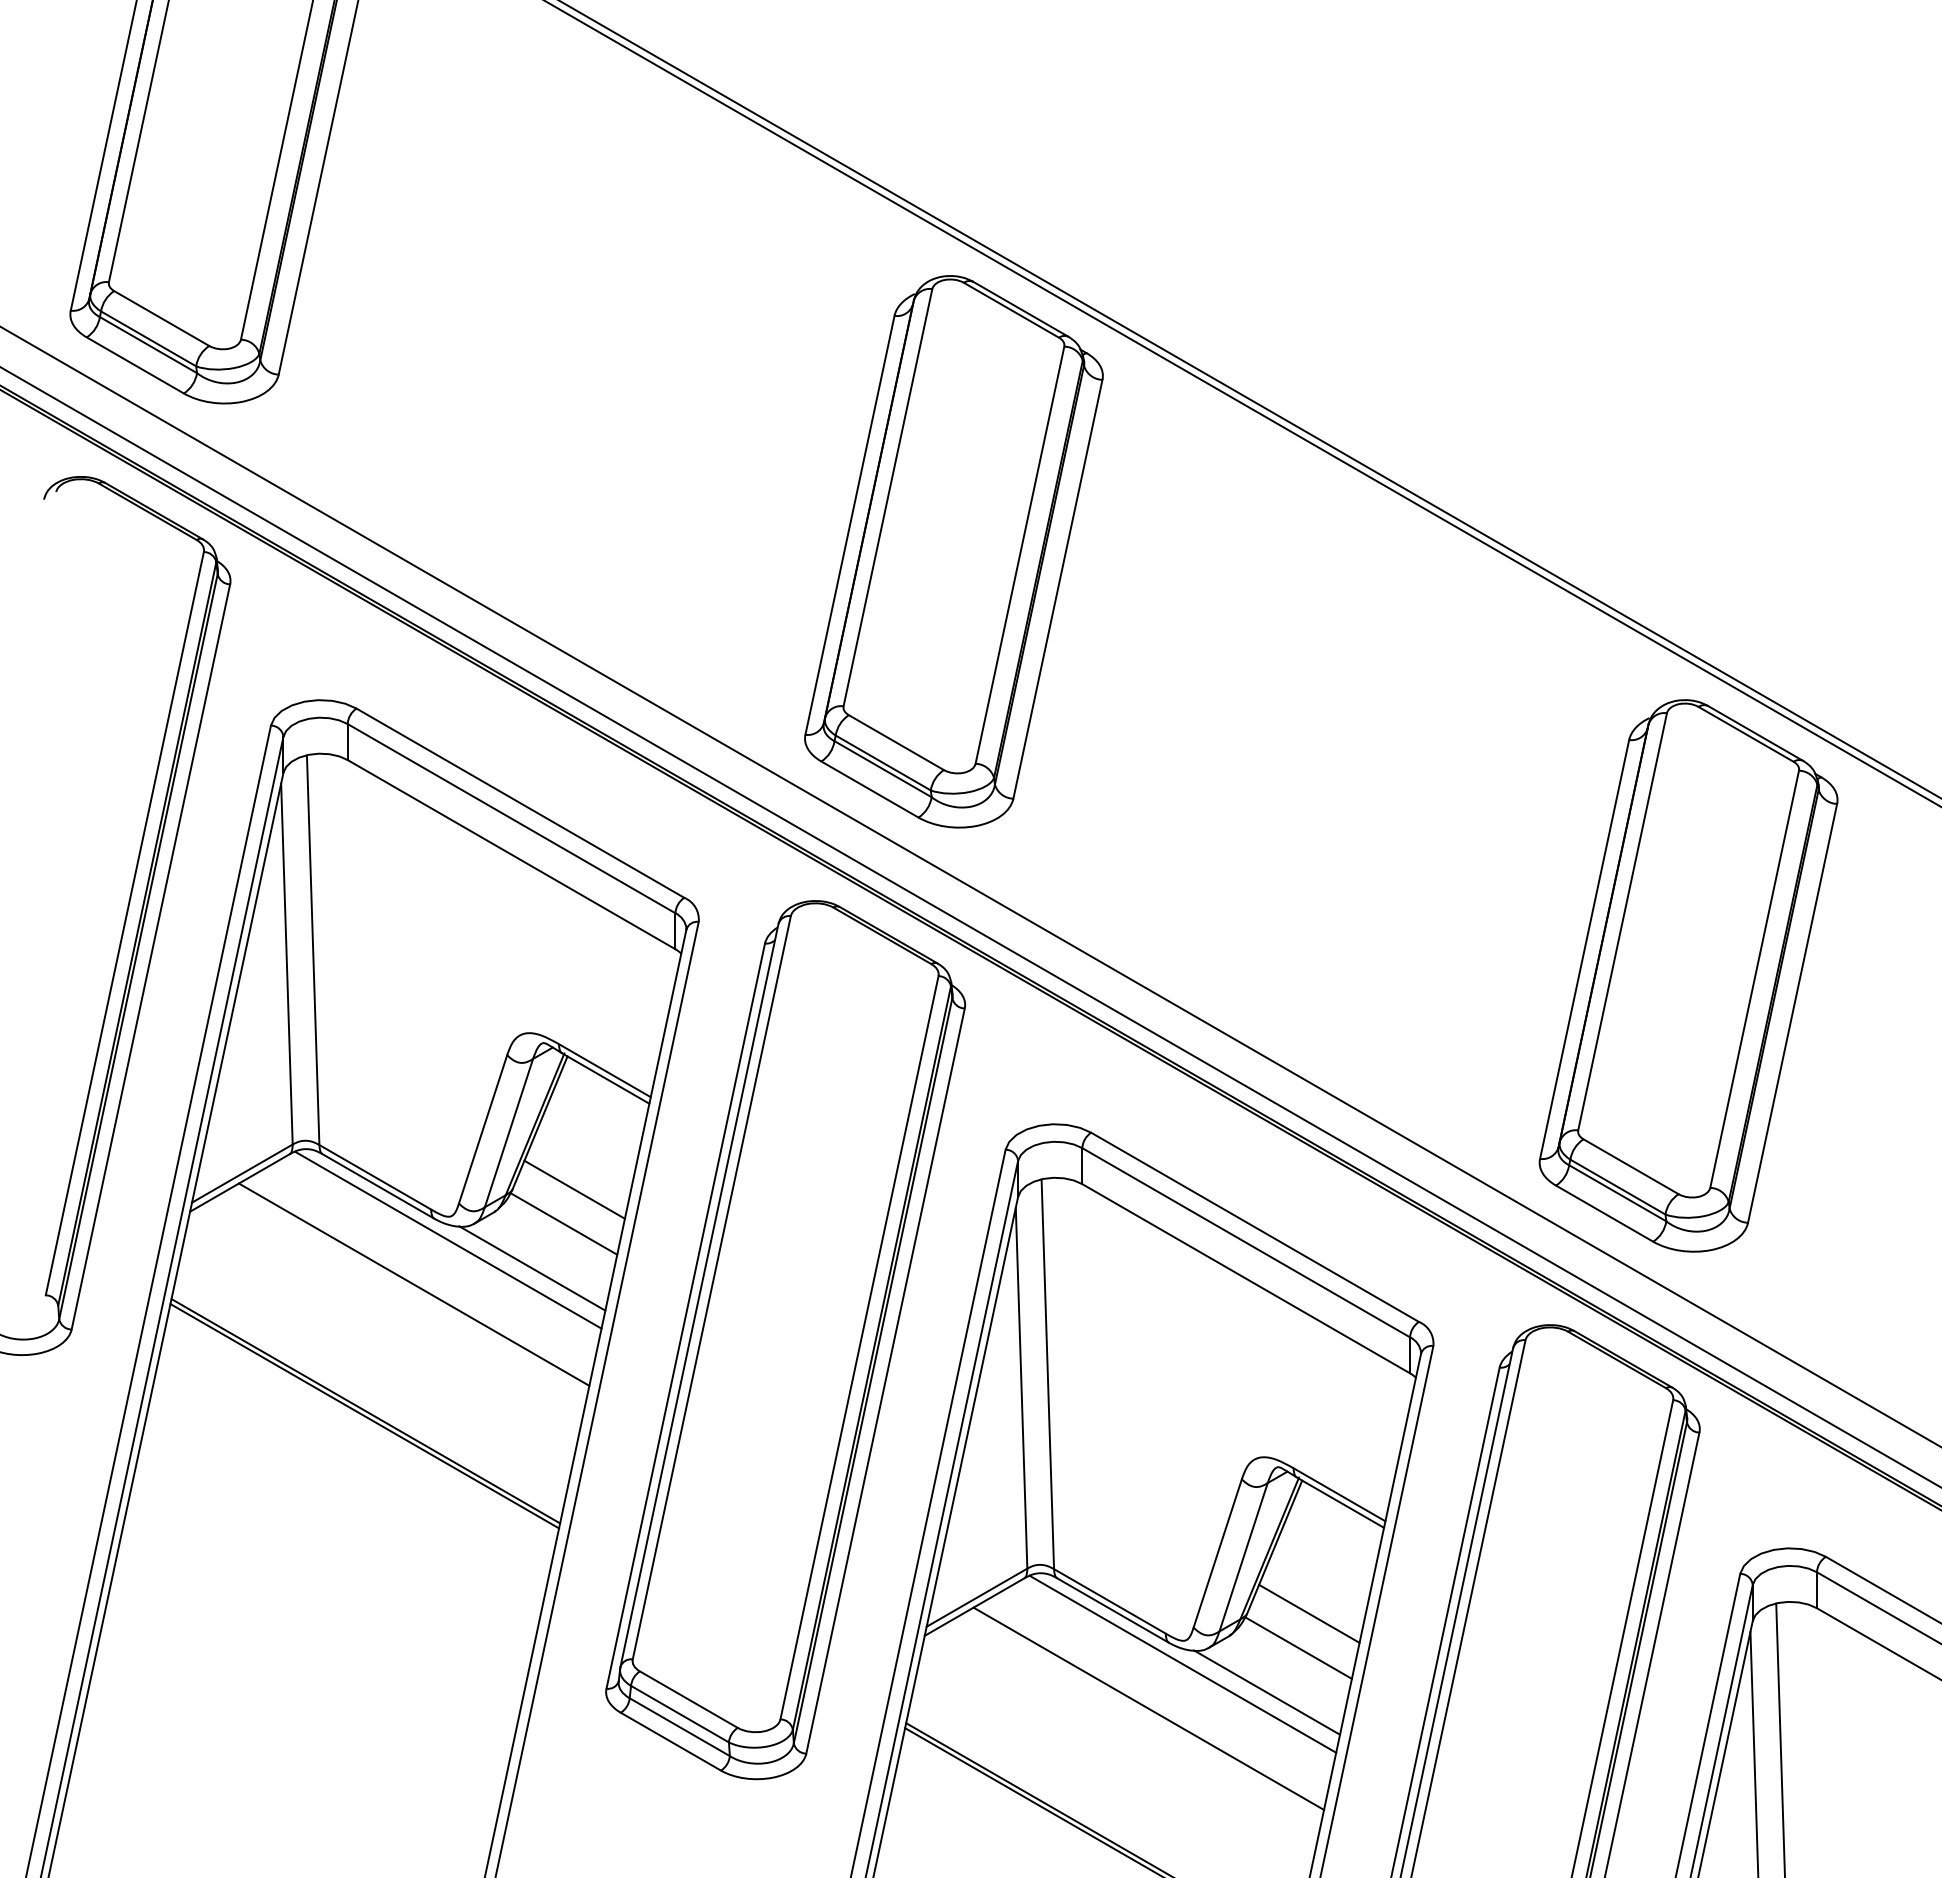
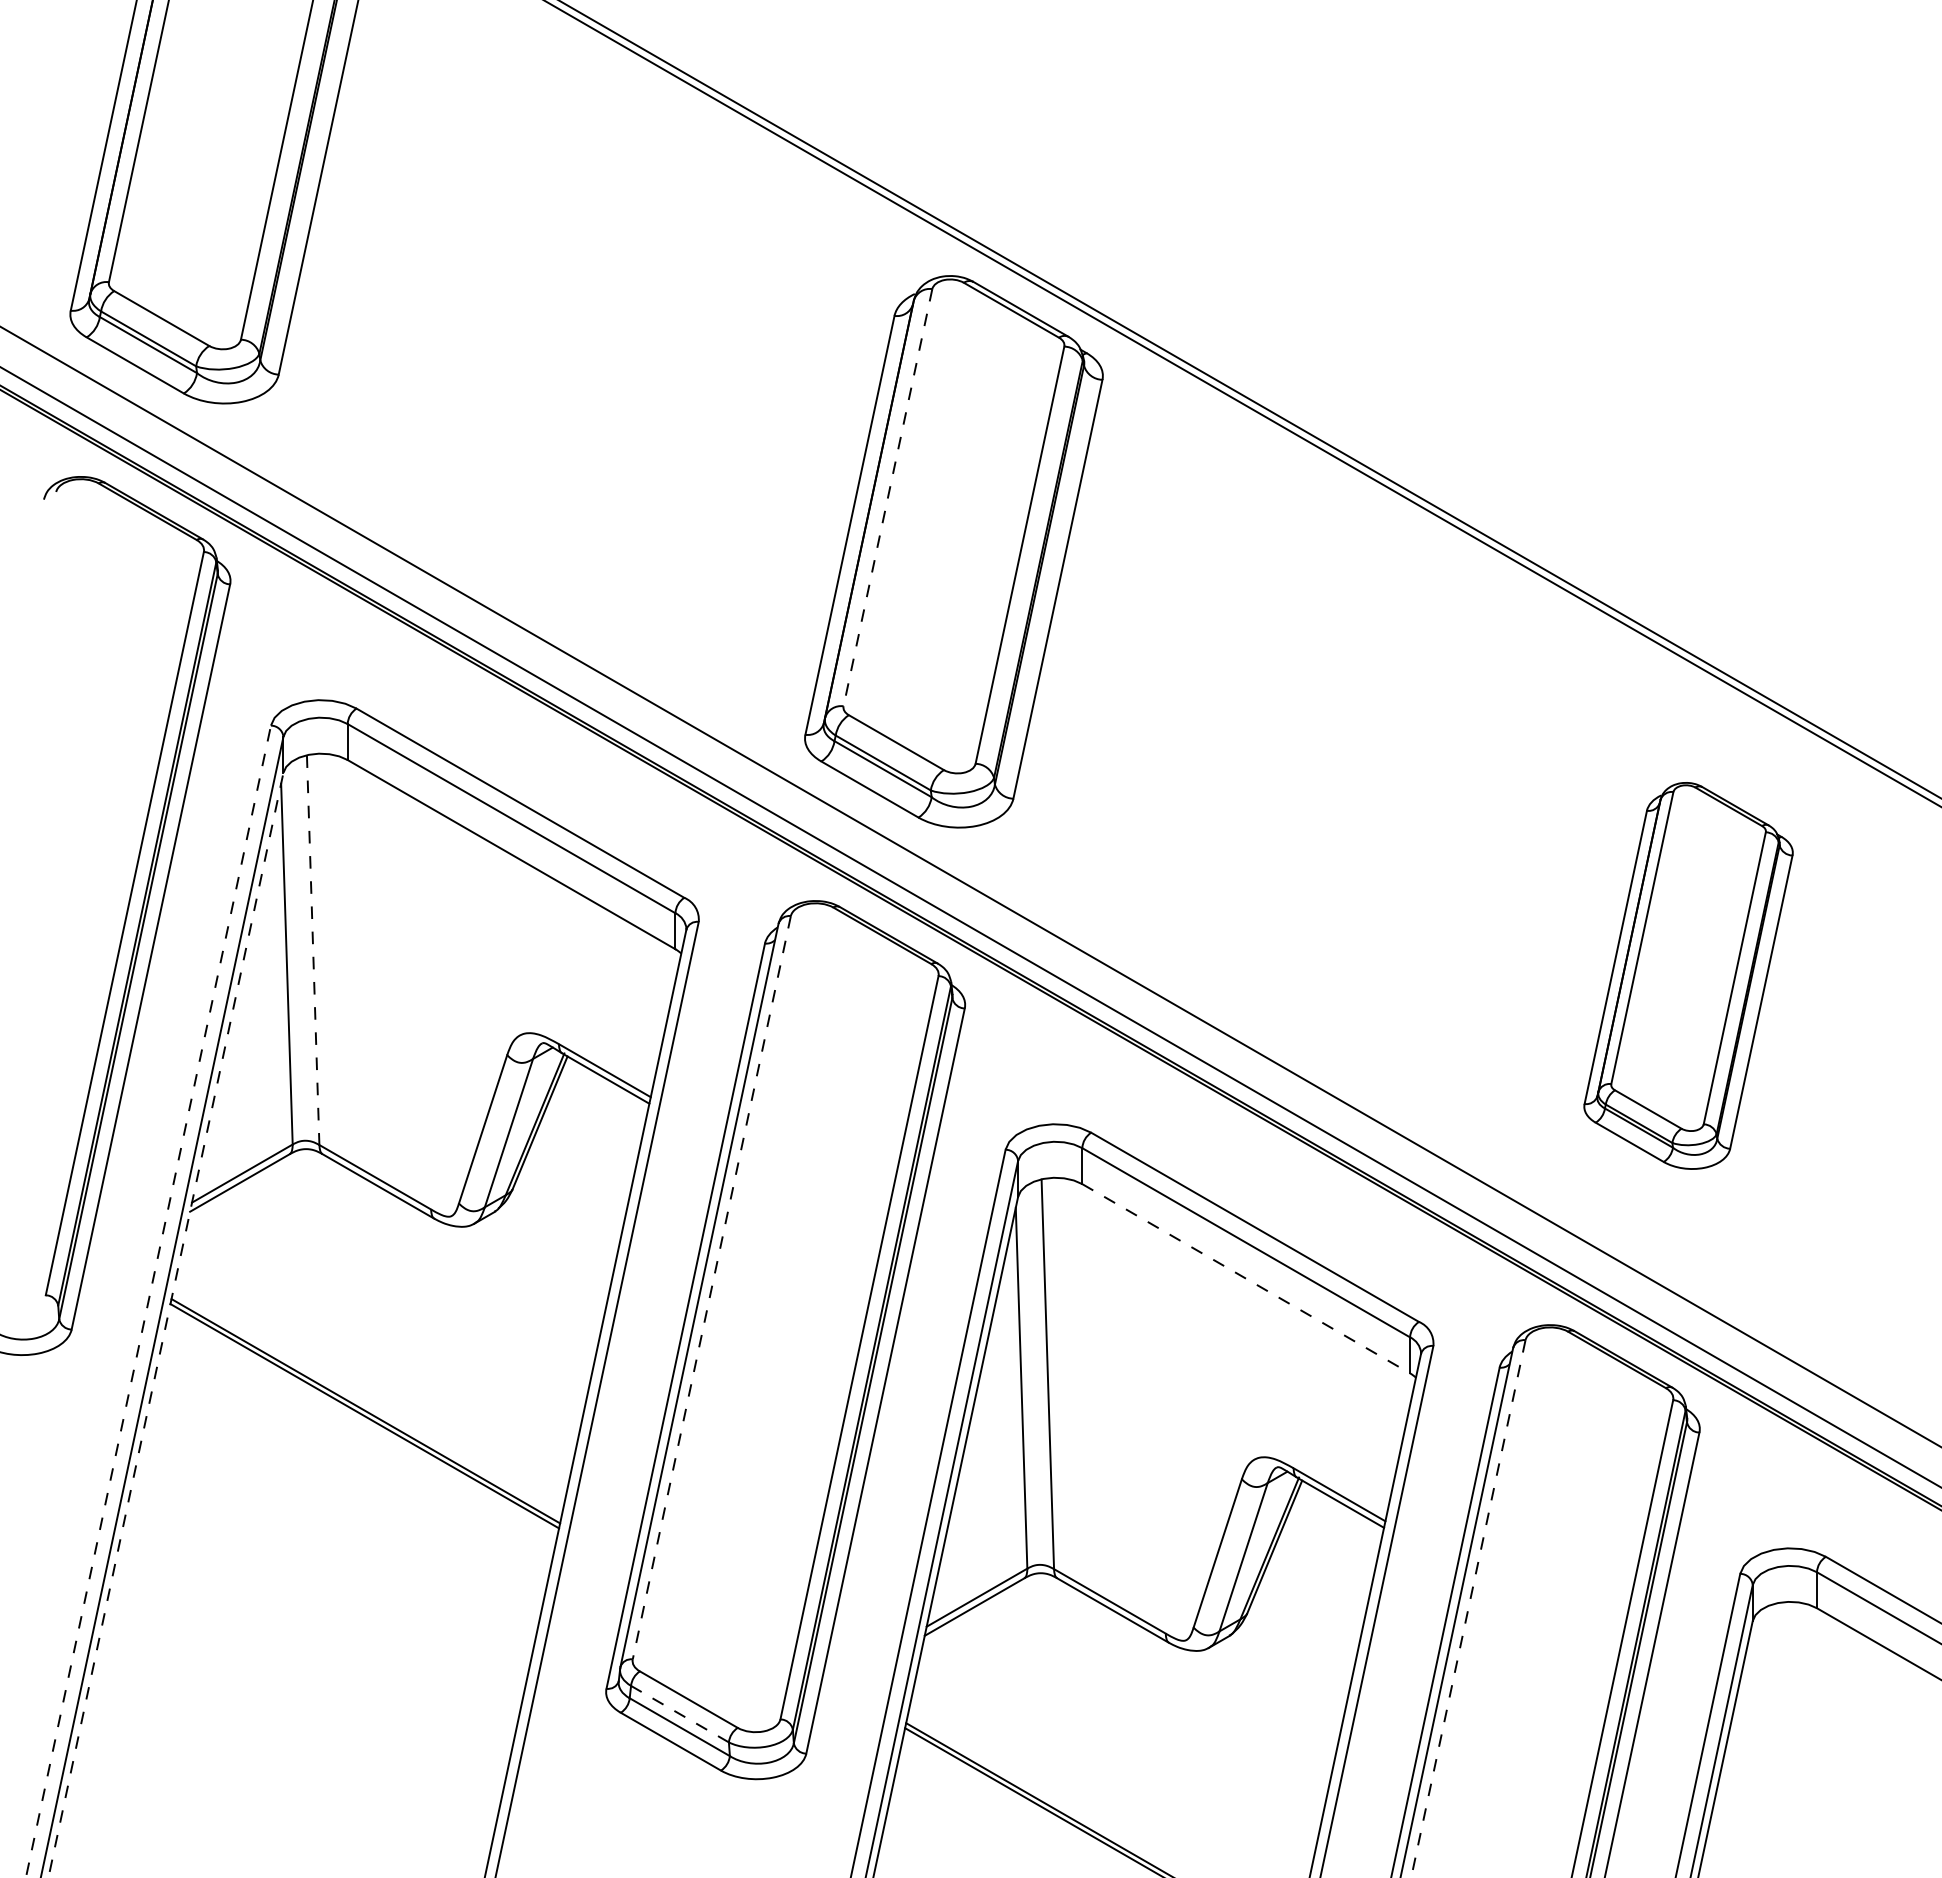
line at (887, 498): solid -> dashed
line at (313, 950): solid -> dashed
part at (1688, 975) size: 301x554 px -> 211x388 px
line at (574, 1189): present -> none
line at (563, 1223): present -> none
line at (448, 1239): present -> none
line at (532, 1268): present -> none
line at (1246, 1279): solid -> dashed
line at (413, 1284): present -> none
line at (711, 1287): solid -> dashed
line at (148, 1301): solid -> dashed
line at (165, 1325): solid -> dashed
line at (1468, 1609): solid -> dashed
line at (1309, 1613): present -> none
line at (1298, 1647): present -> none
line at (1182, 1663): present -> none
line at (1267, 1692): present -> none
line at (1148, 1708): present -> none
line at (679, 1713): solid -> dashed
line at (1780, 1738): present -> none
line at (1754, 1752): present -> none
